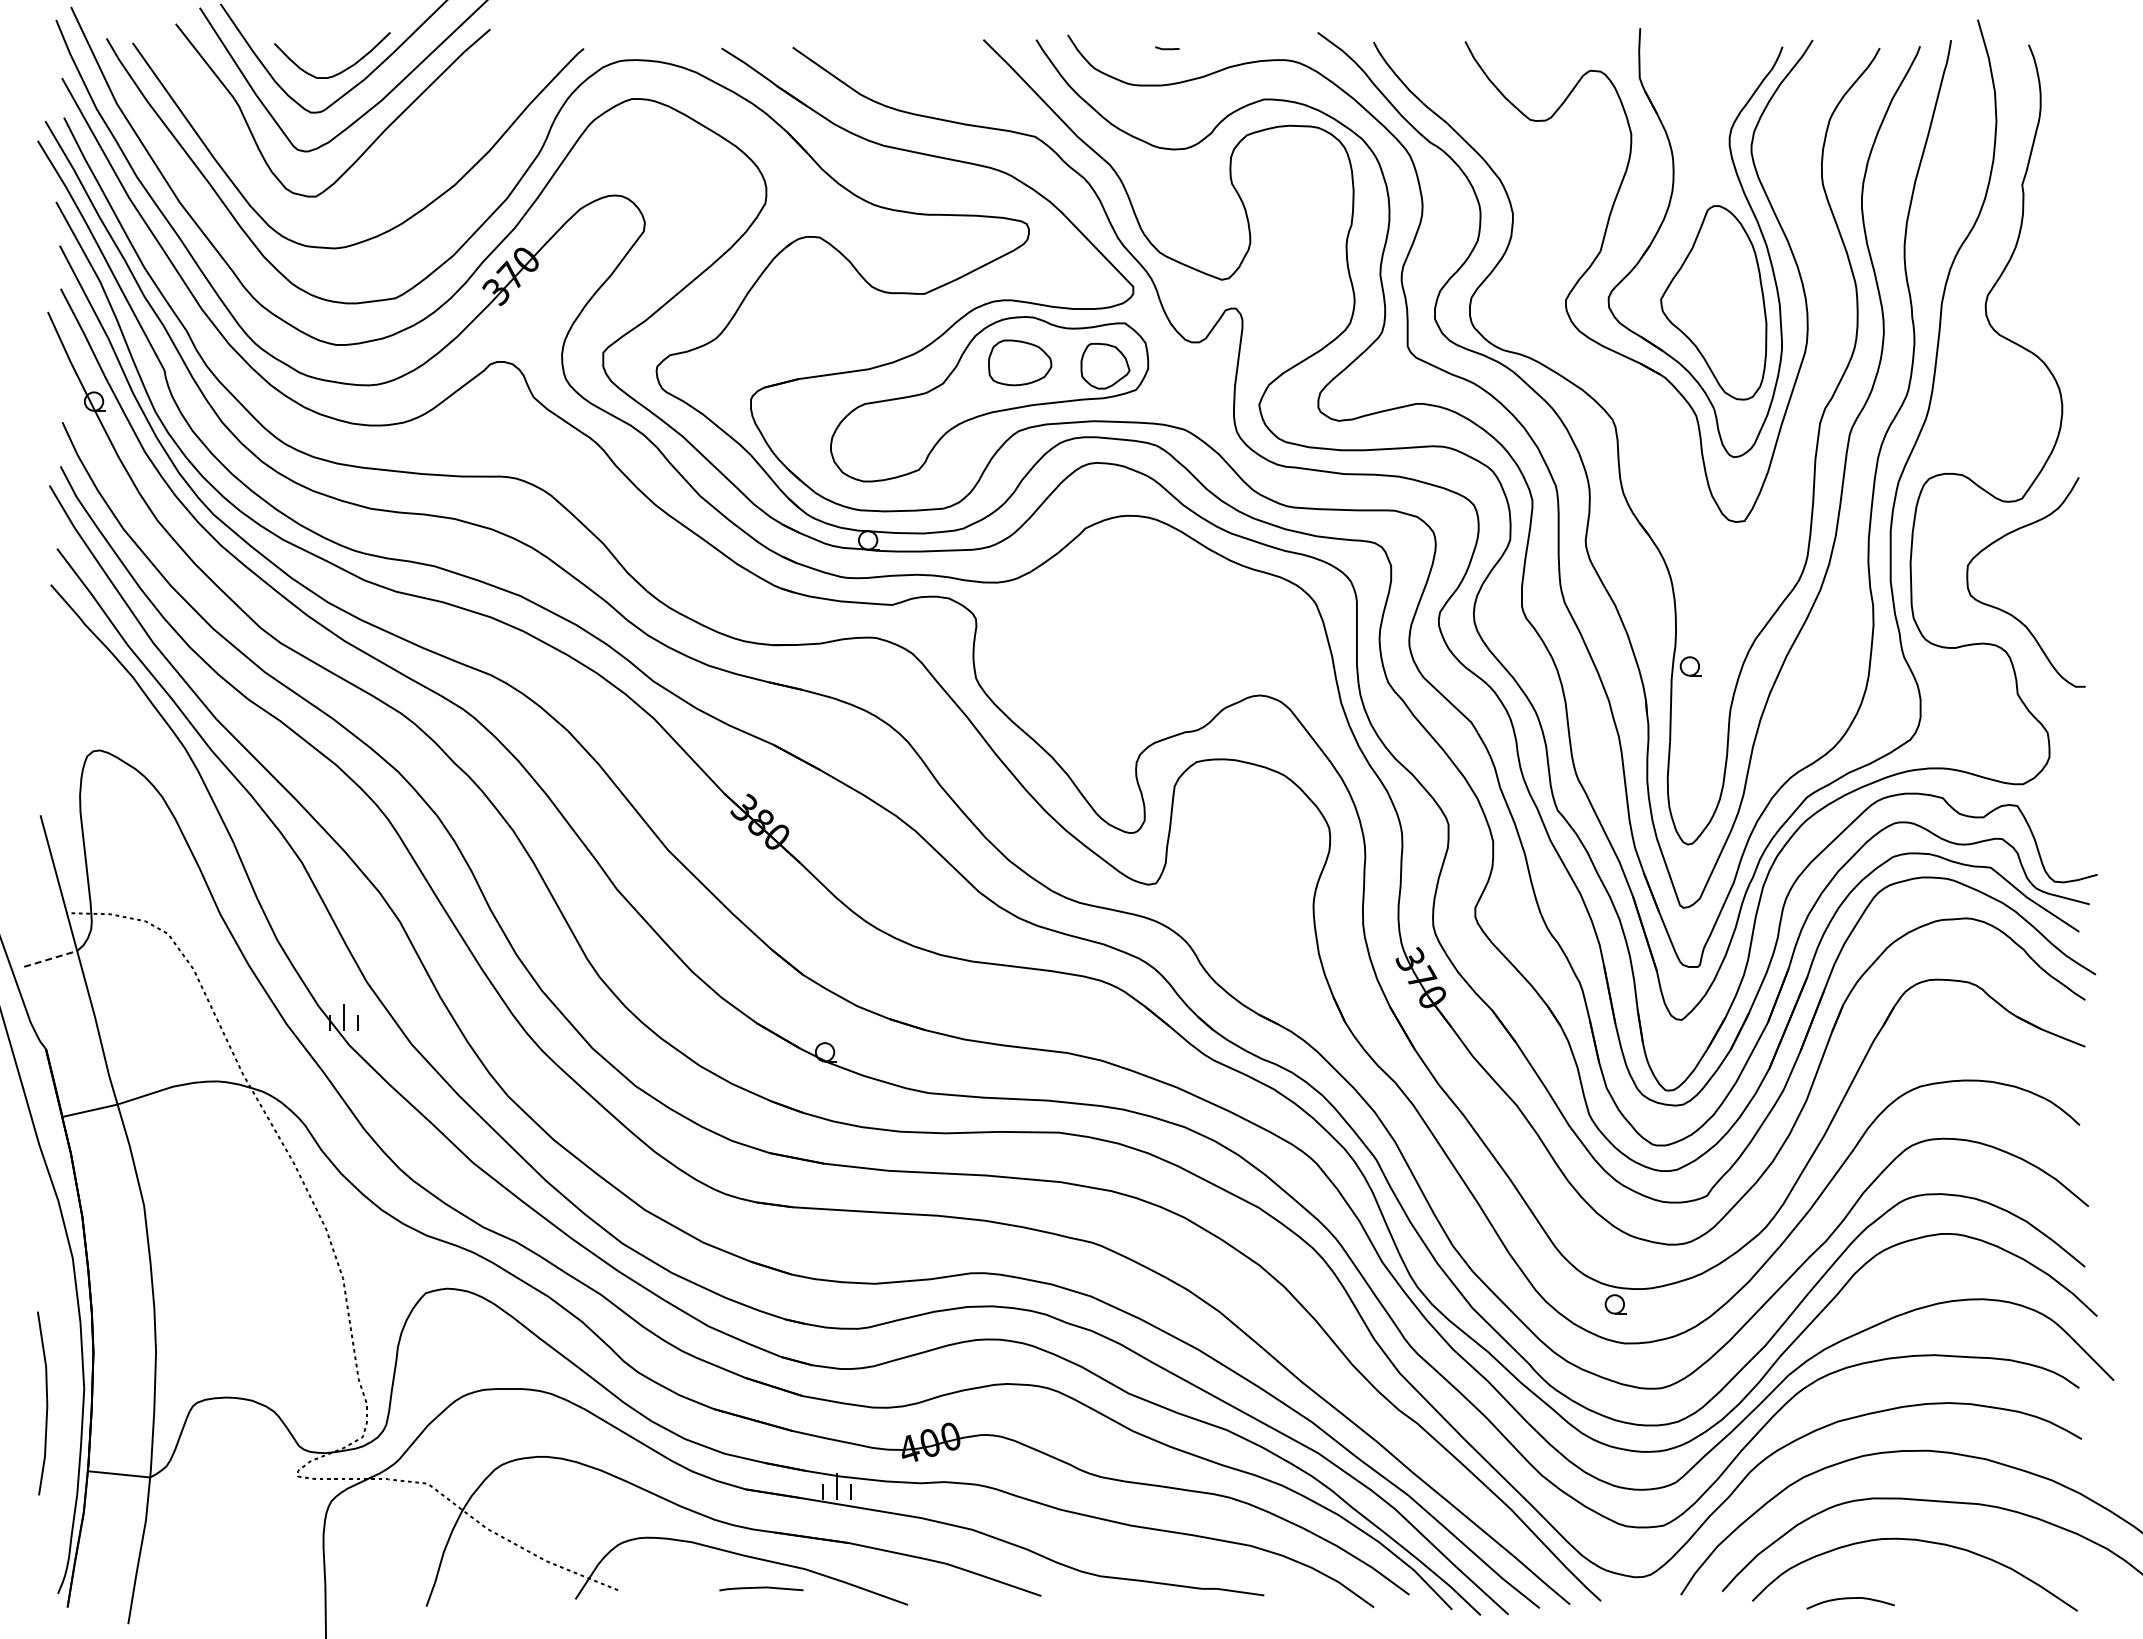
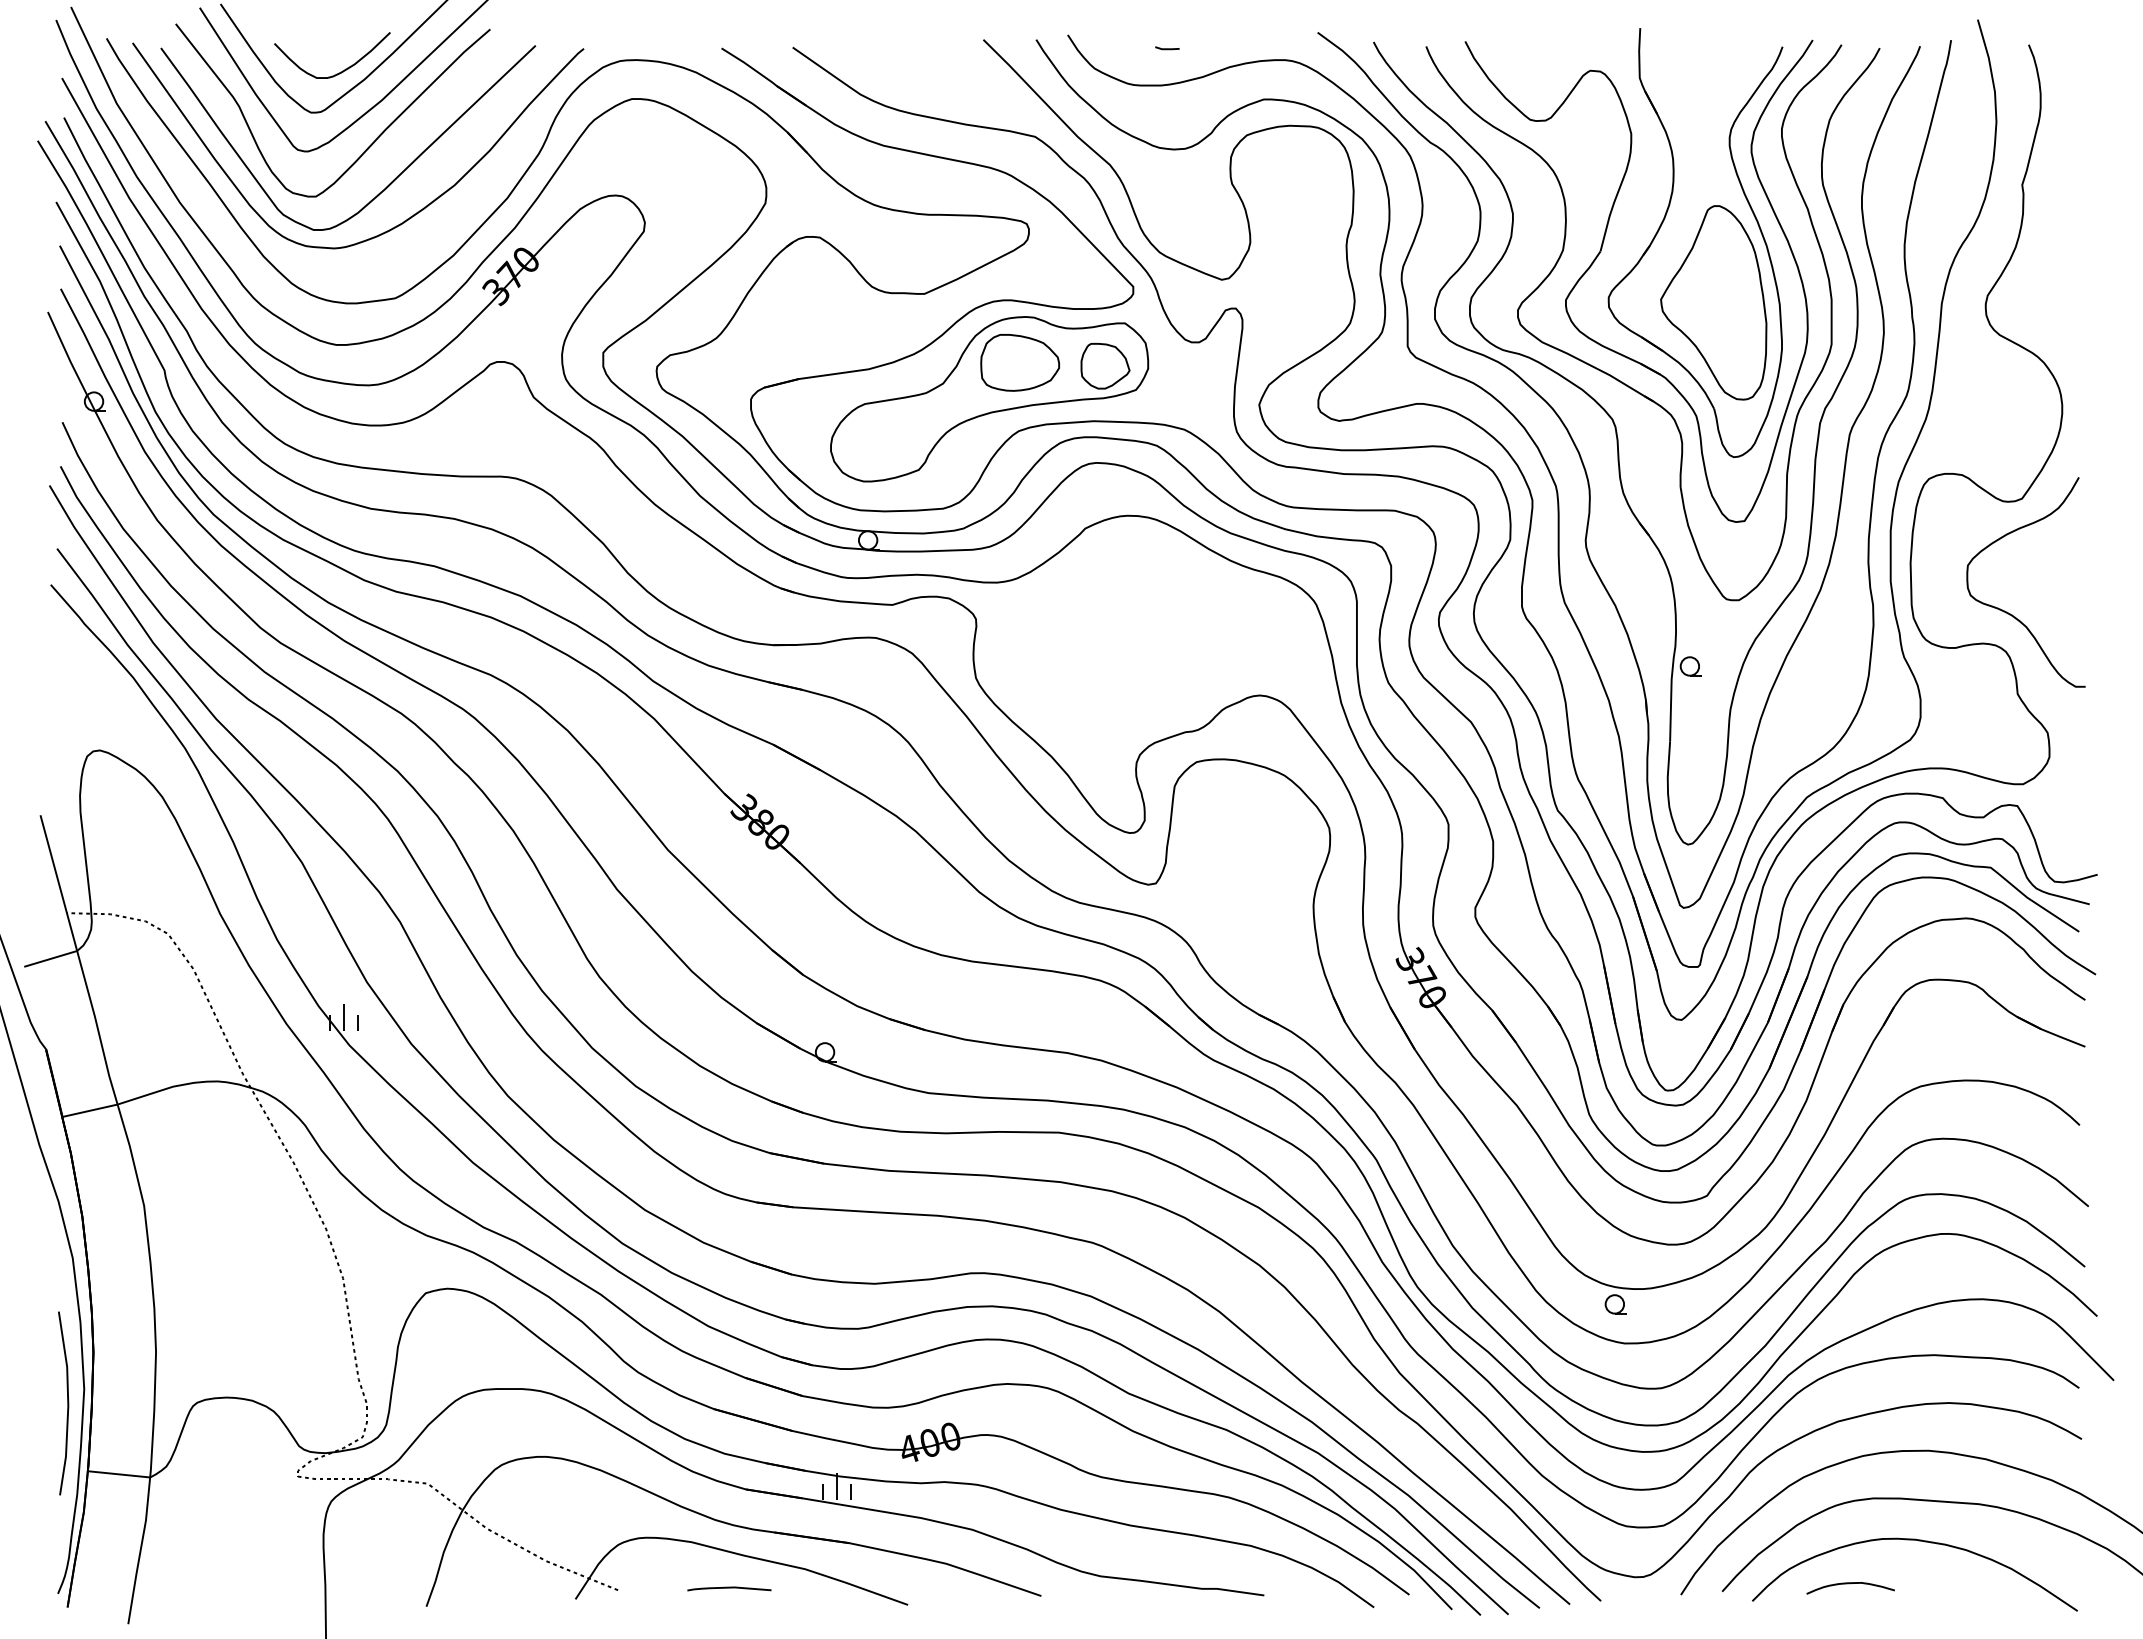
curve at (392, 180): none -> present
part at (1020, 362) size: 65x48 px -> 80x58 px
part at (1608, 373): none -> present
line at (50, 958): dashed -> solid
line at (46, 1403) position: (46, 1403) -> (67, 1403)
curve at (761, 1588) position: (761, 1588) -> (729, 1588)
curve at (1850, 1599) position: (1850, 1599) -> (1850, 1584)
